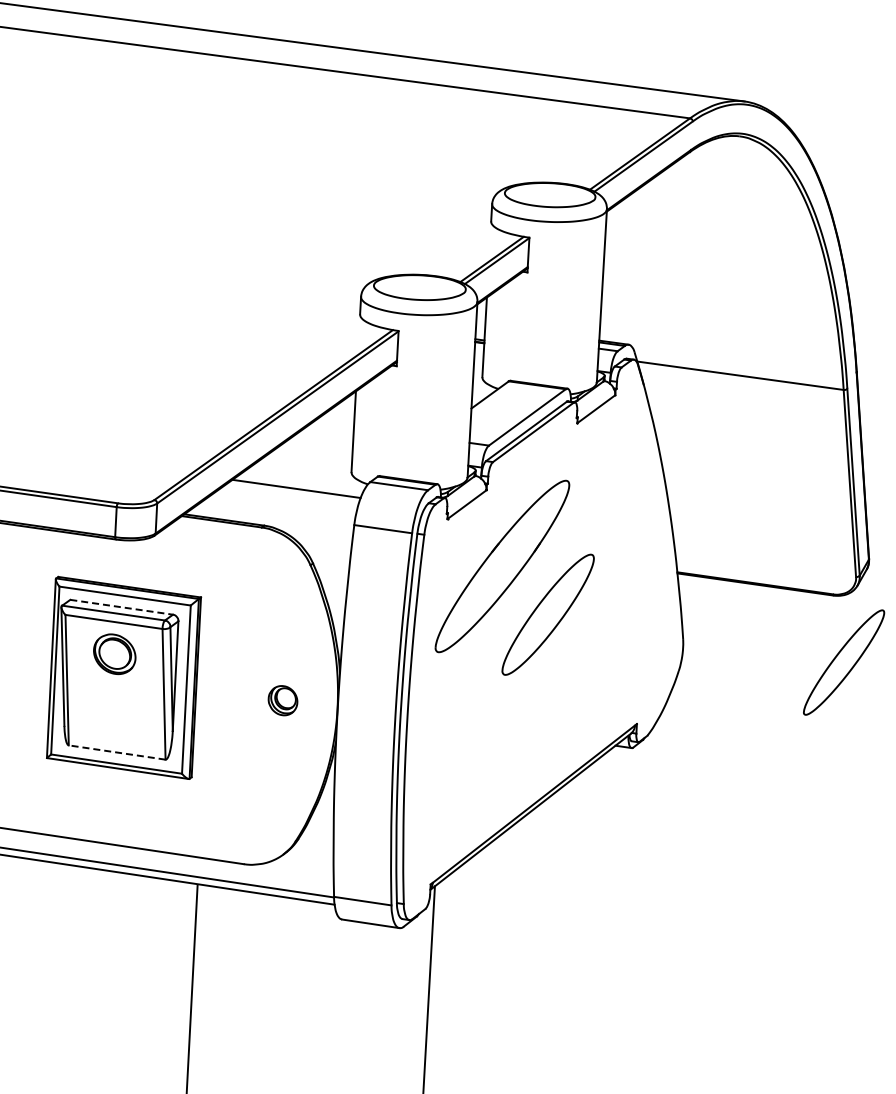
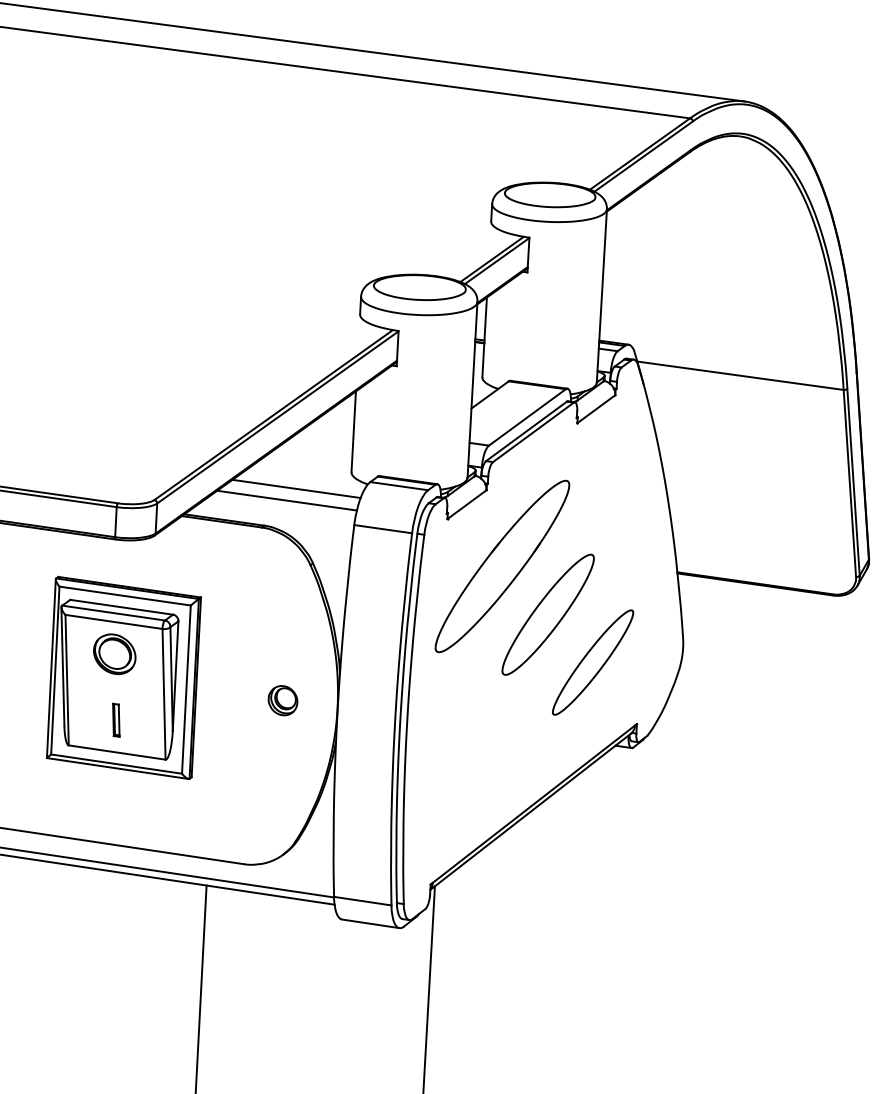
line at (286, 500): none -> present
line at (121, 607): dashed -> solid
part at (844, 662) position: (844, 662) -> (593, 662)
part at (116, 719): none -> present
line at (117, 752): dashed -> solid
line at (191, 987) position: (191, 987) -> (200, 987)
